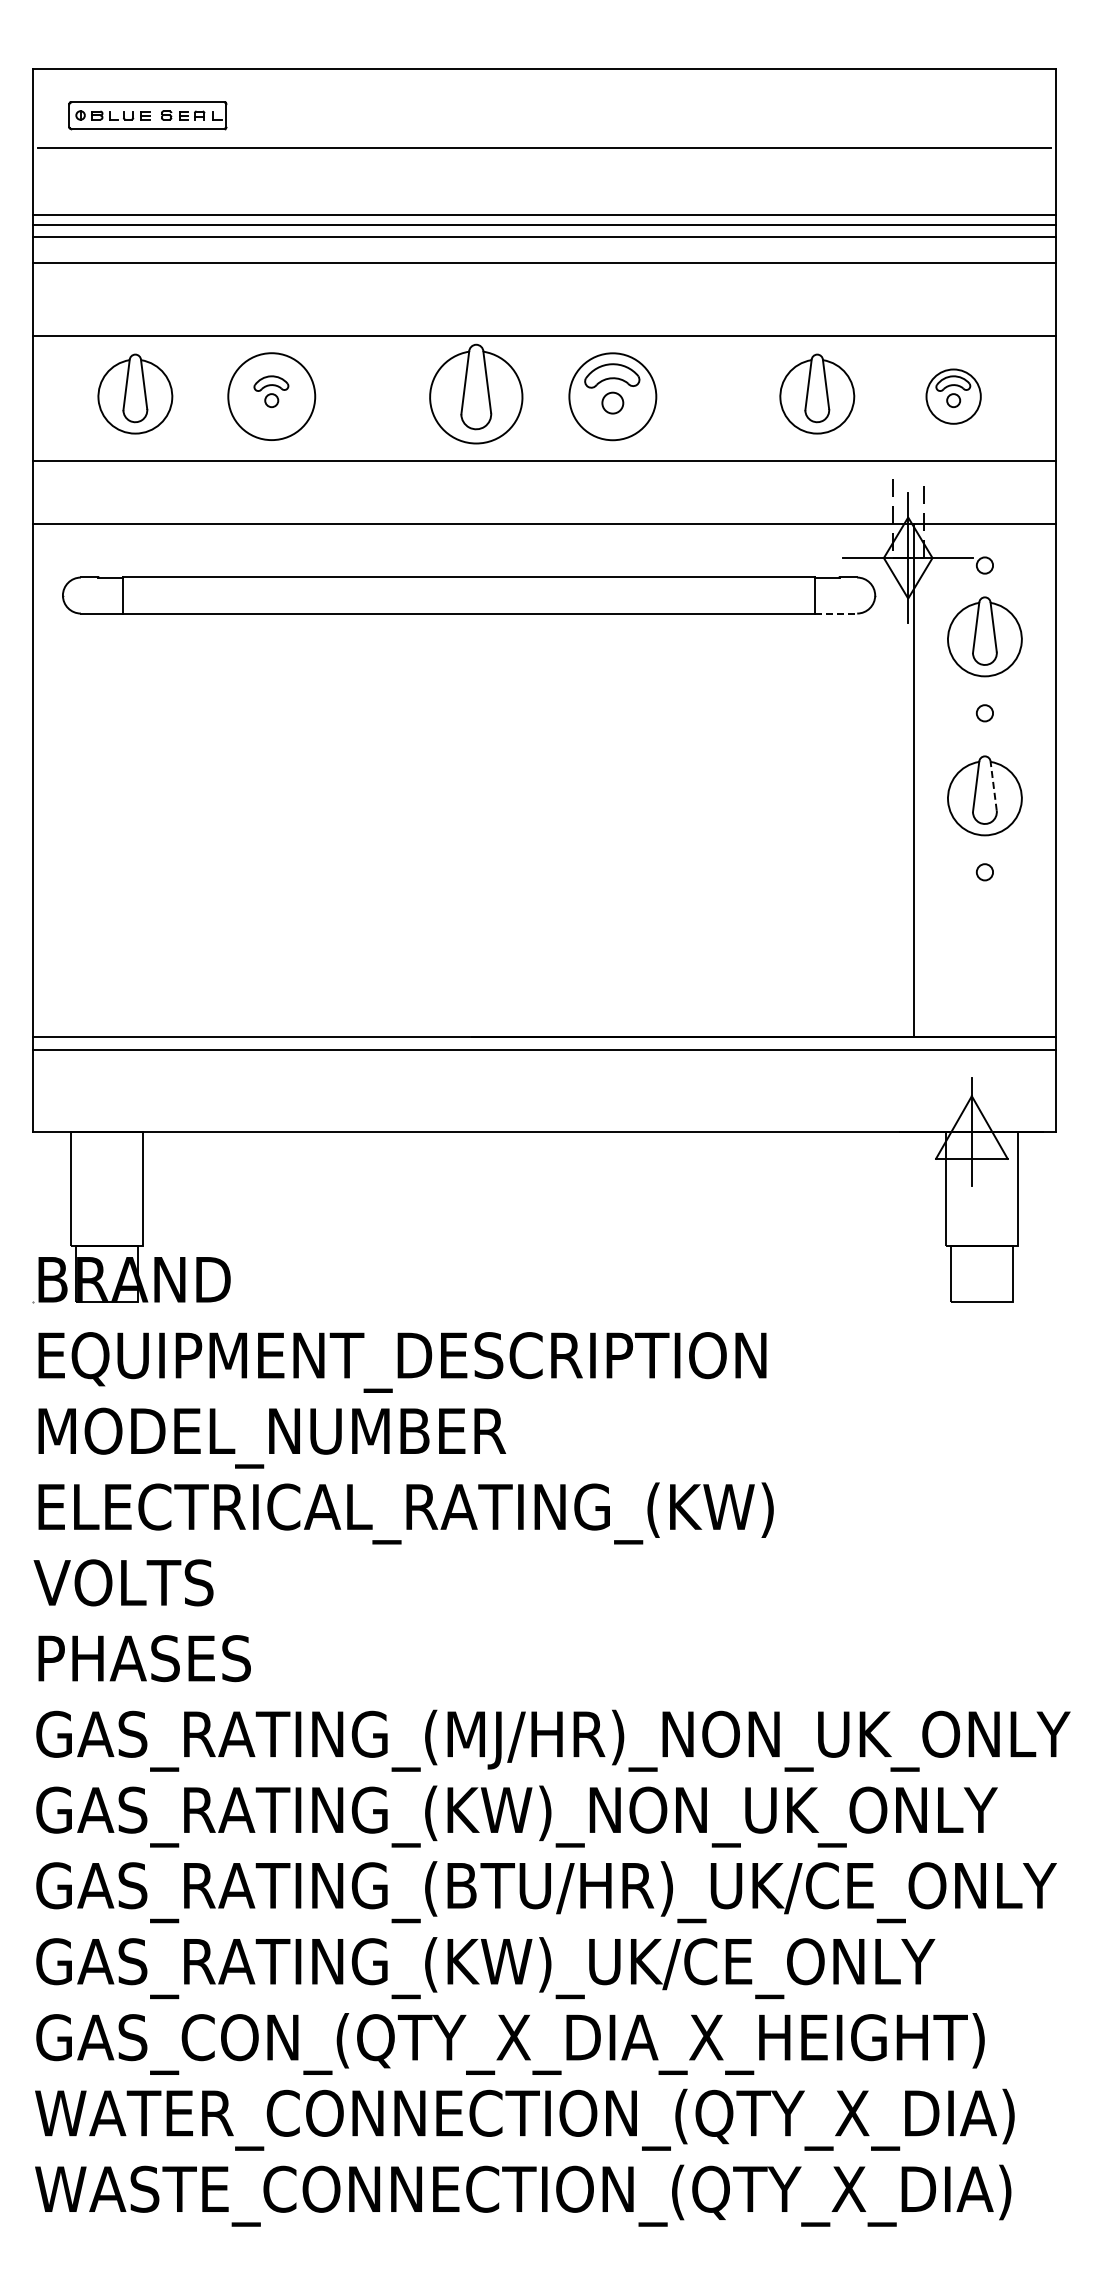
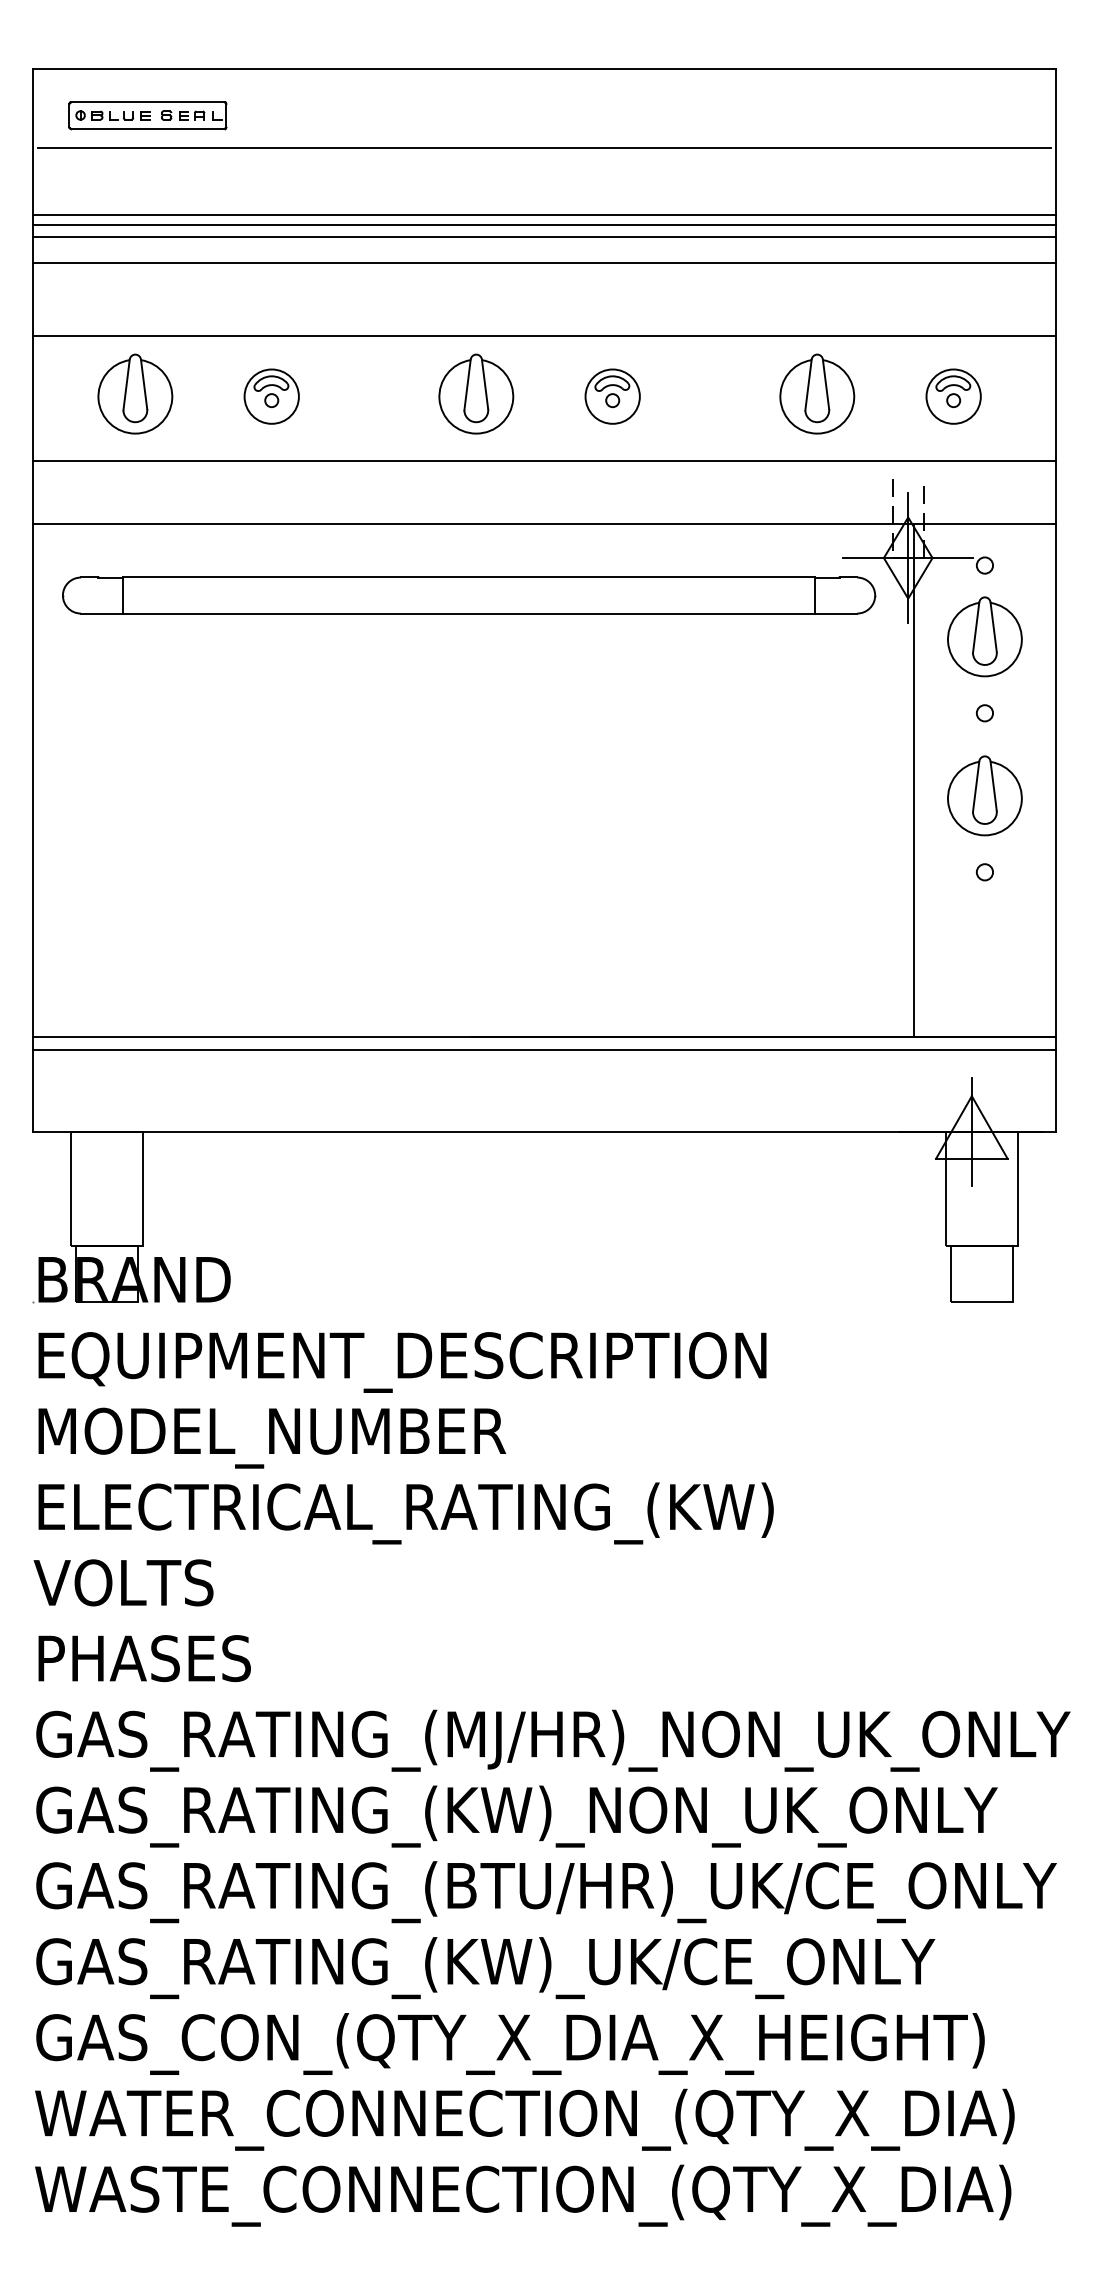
part at (476, 393) size: 95x102 px -> 77x82 px
circle at (271, 396) diameter: 87 px -> 54 px
part at (612, 396) size: 90x90 px -> 57x57 px
line at (836, 613): dashed -> solid
line at (993, 786): dashed -> solid
